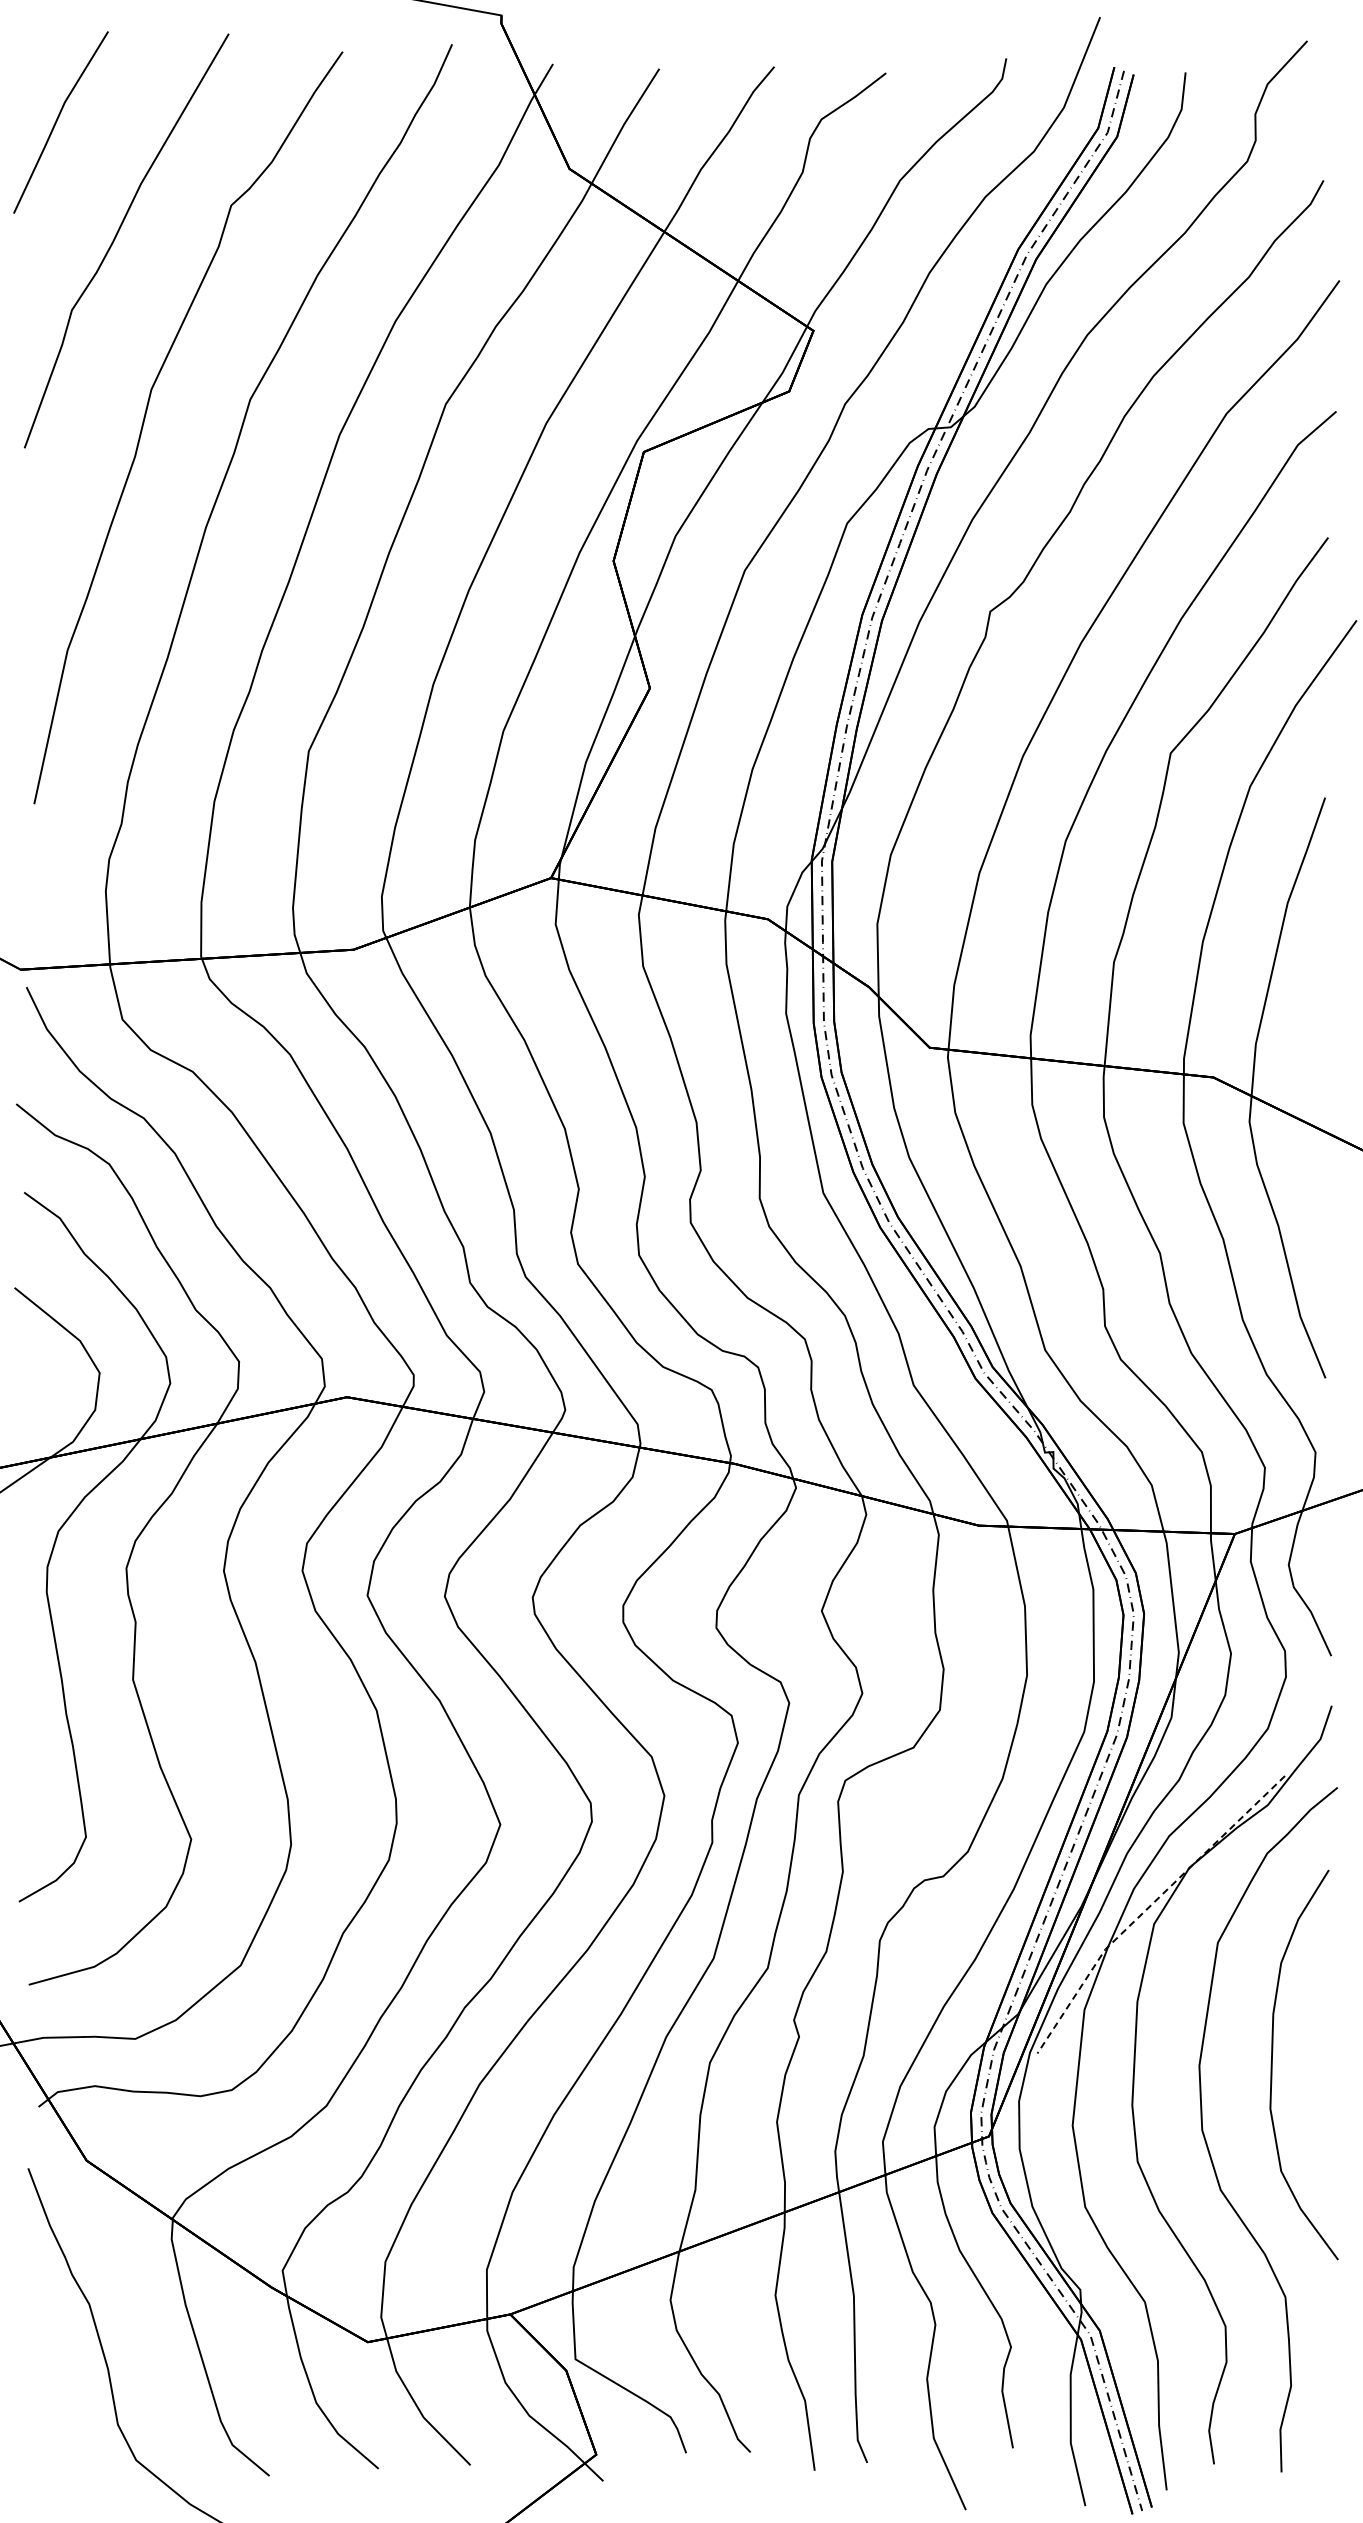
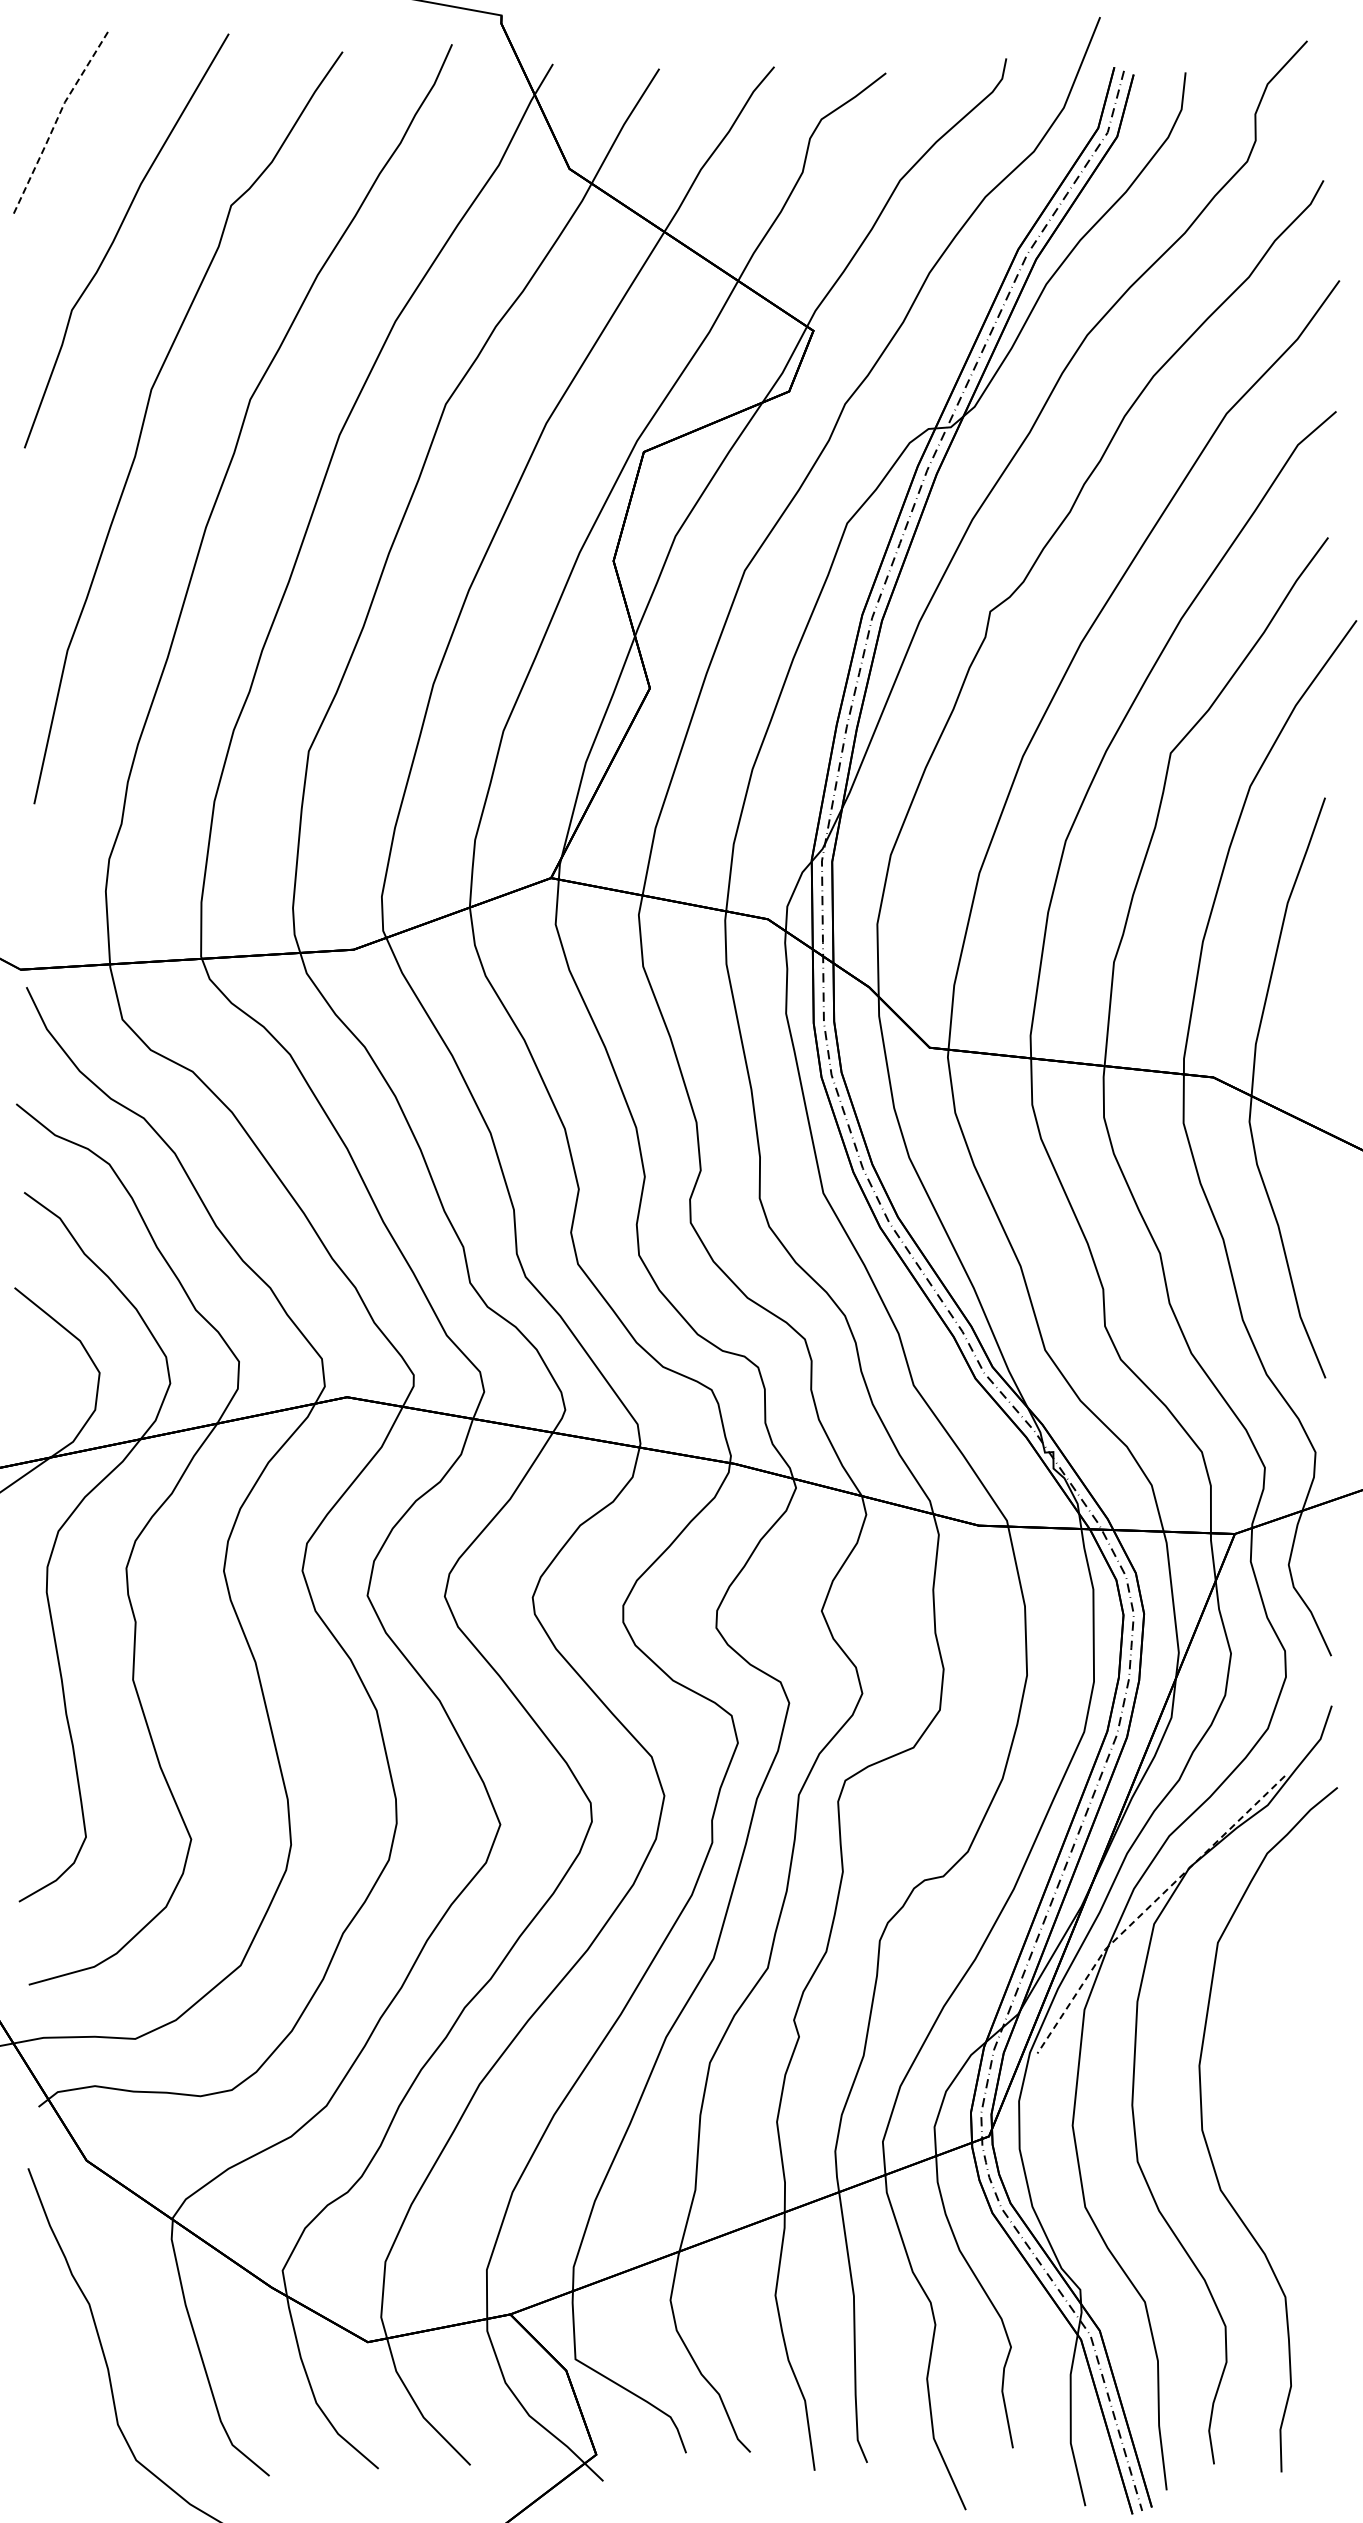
line at (57, 119): solid -> dashed
curve at (1272, 2064): present -> none
